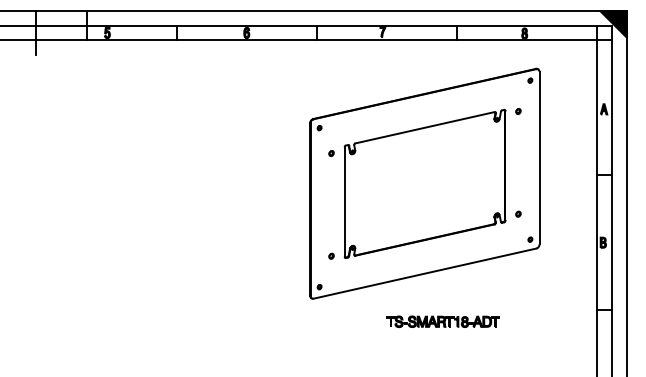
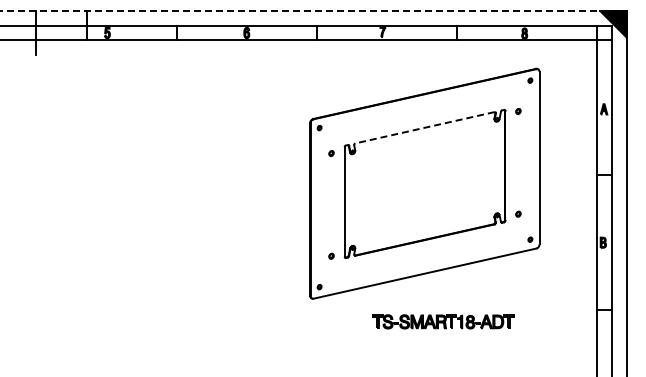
line at (313, 11): solid -> dashed
line at (424, 127): solid -> dashed
part at (442, 321) size: 114x13 px -> 143x16 px
